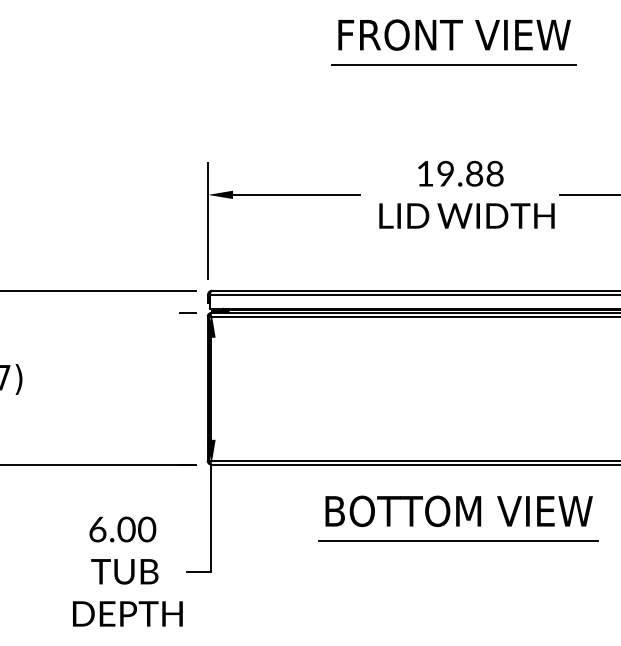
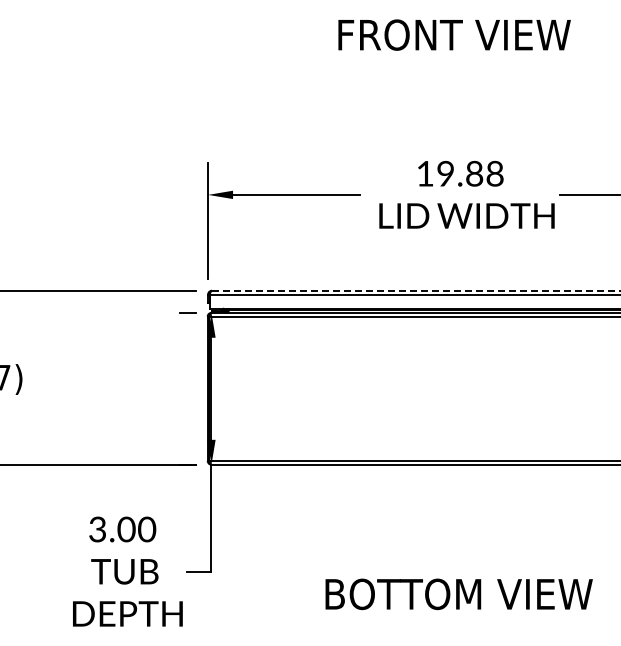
line at (453, 65): present -> none
line at (416, 290): solid -> dashed
text at (458, 511) position: (458, 511) -> (458, 594)
text at (97, 529): 6.00 -> 3.00
line at (458, 541): present -> none
